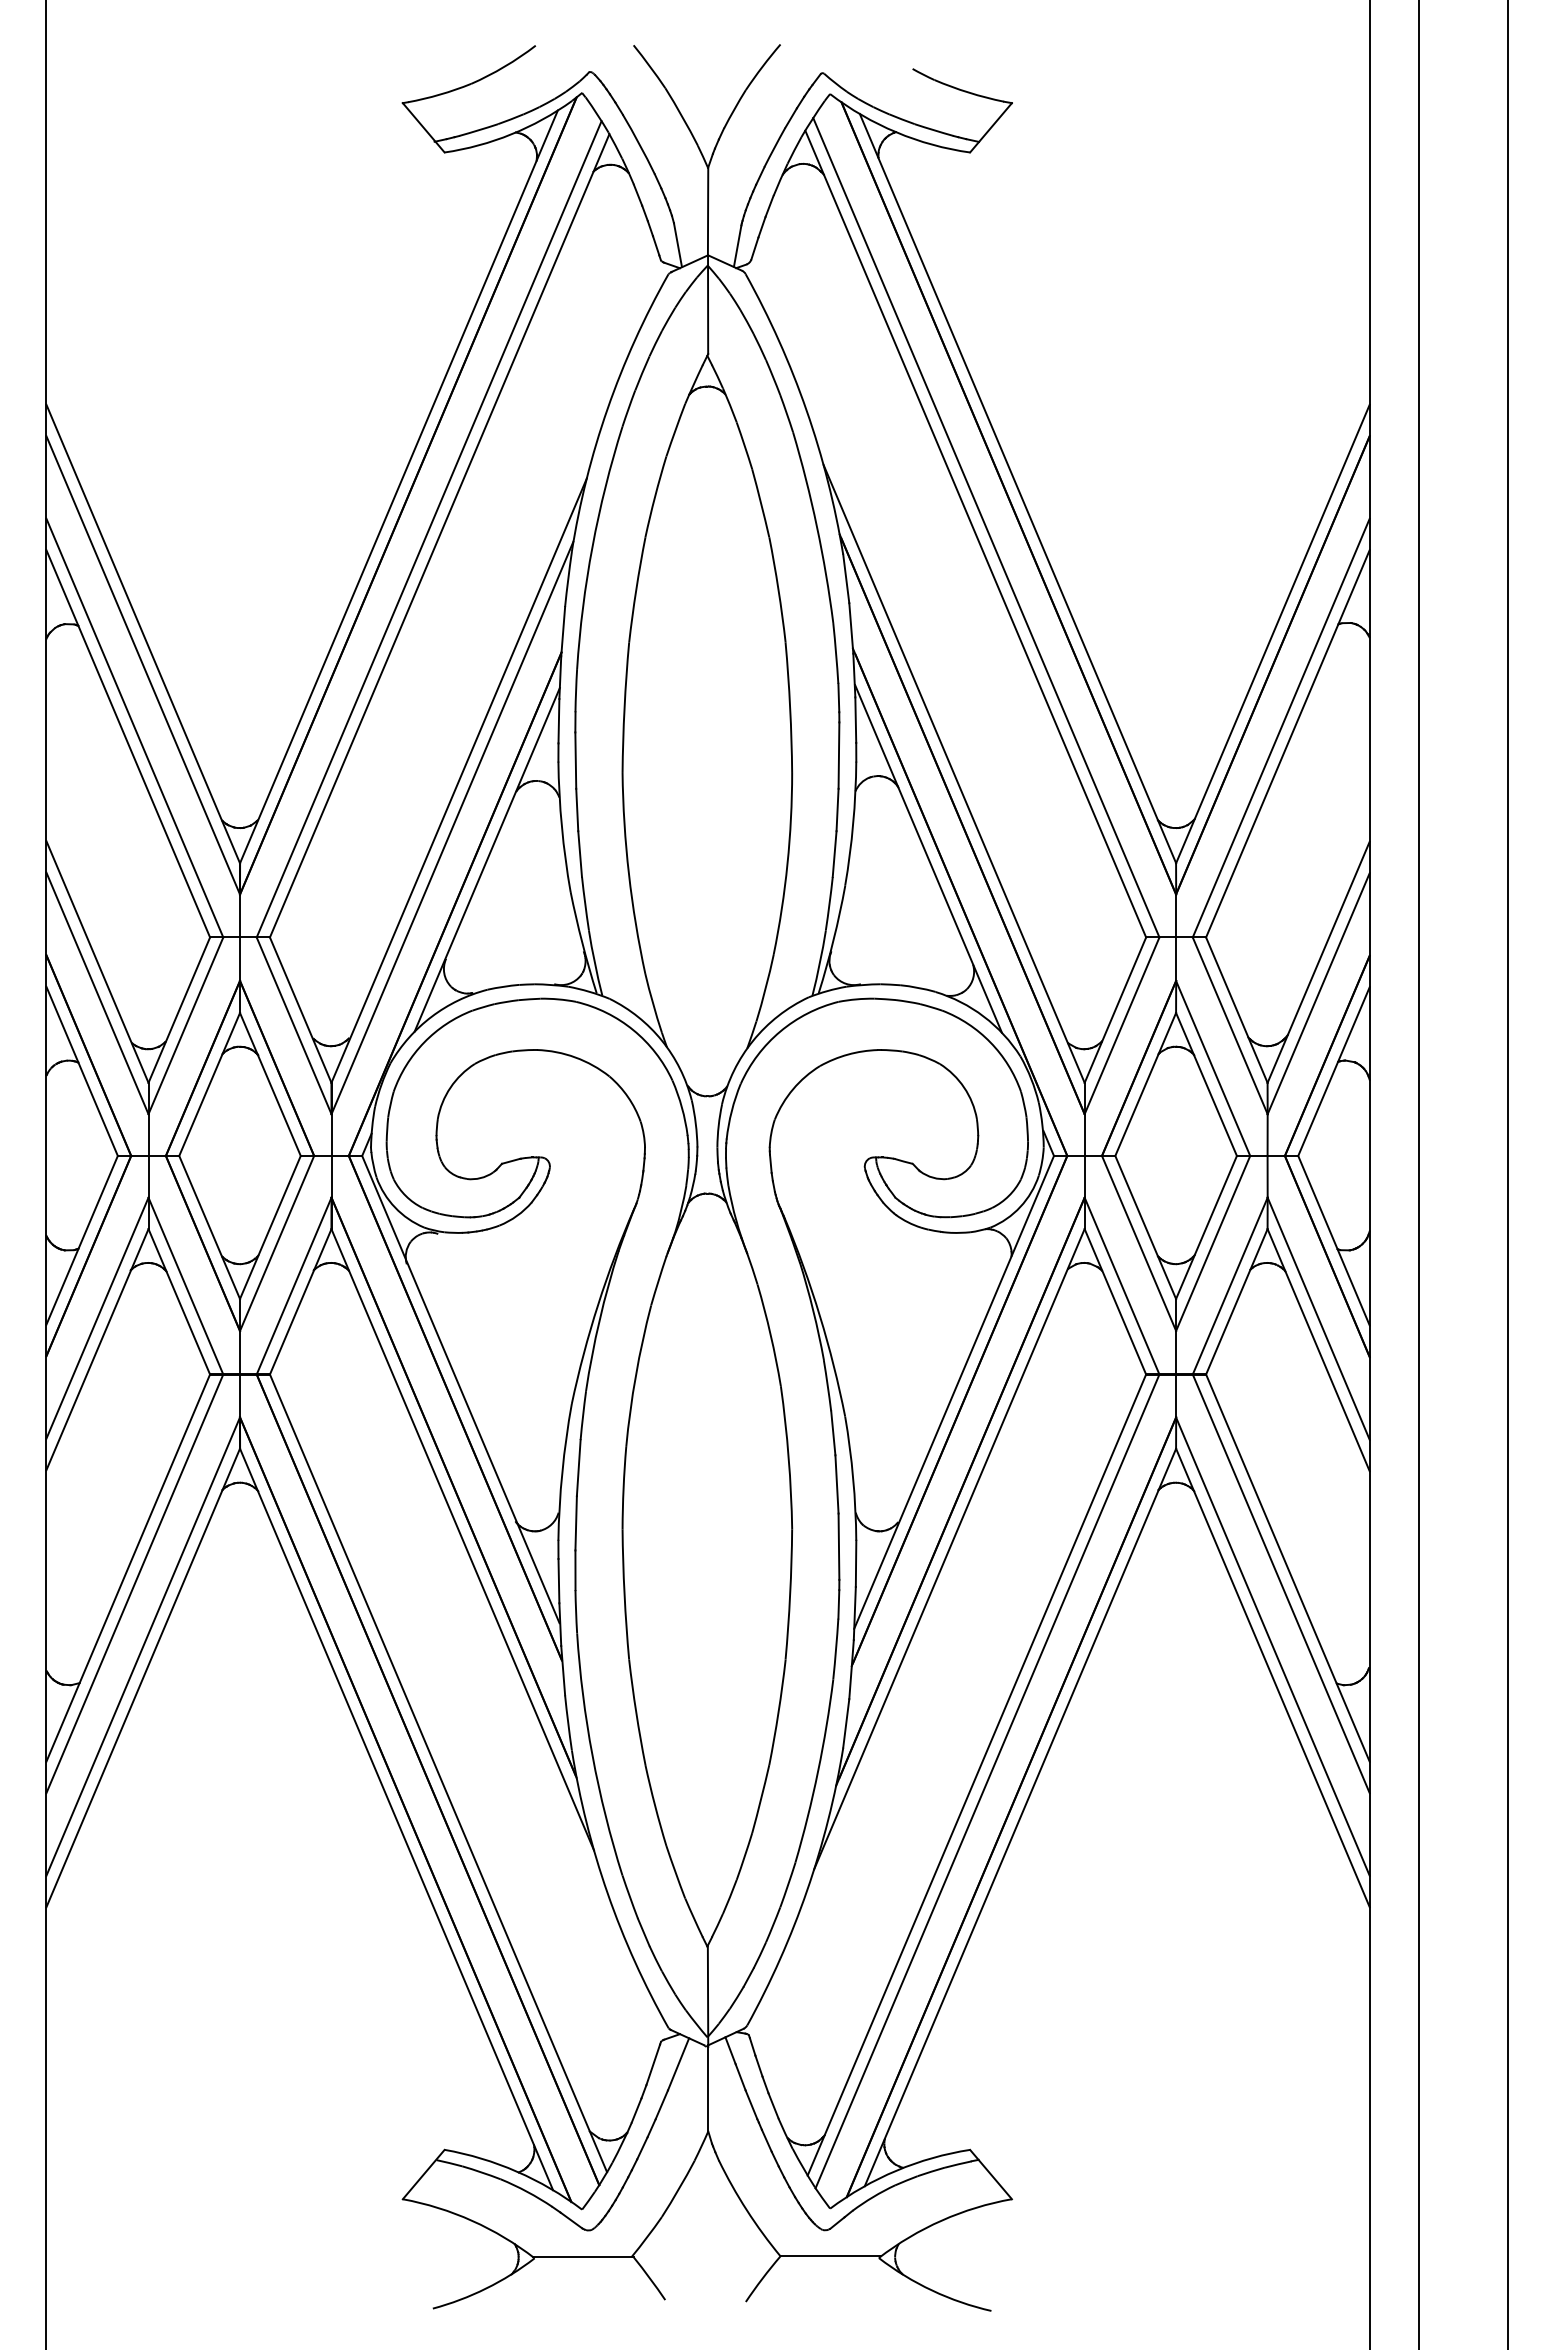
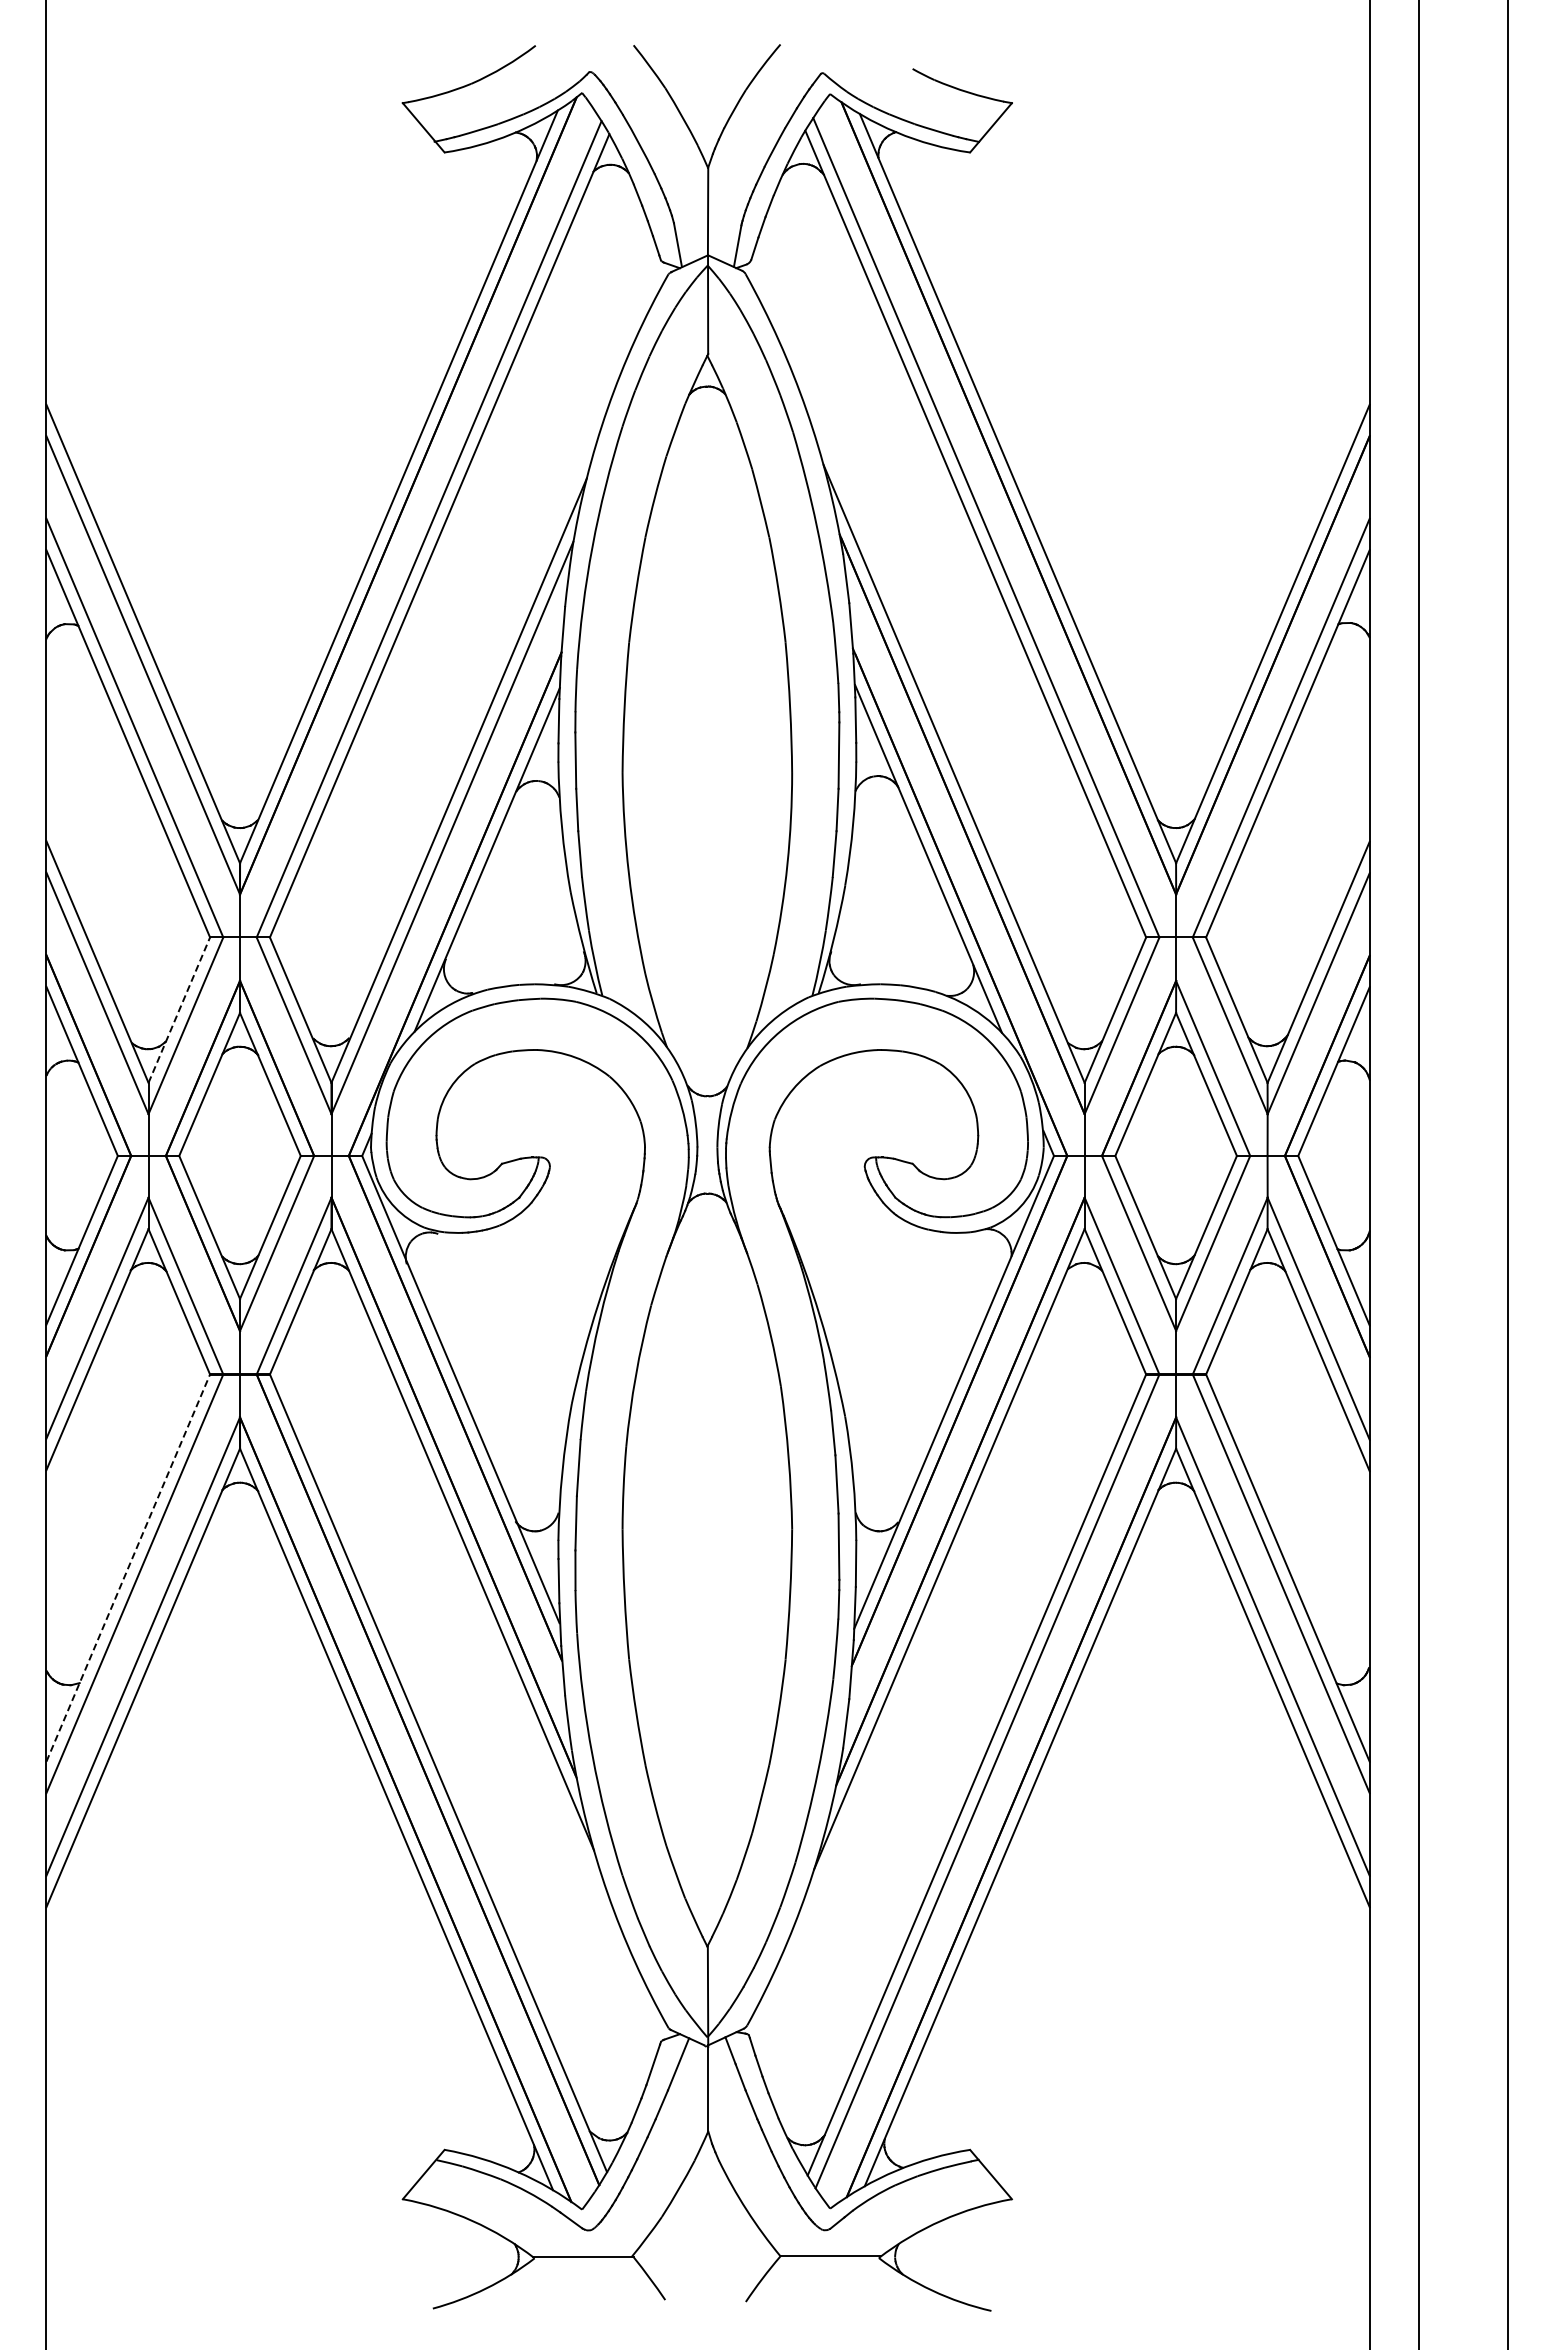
line at (179, 1010): solid -> dashed
line at (128, 1567): solid -> dashed
